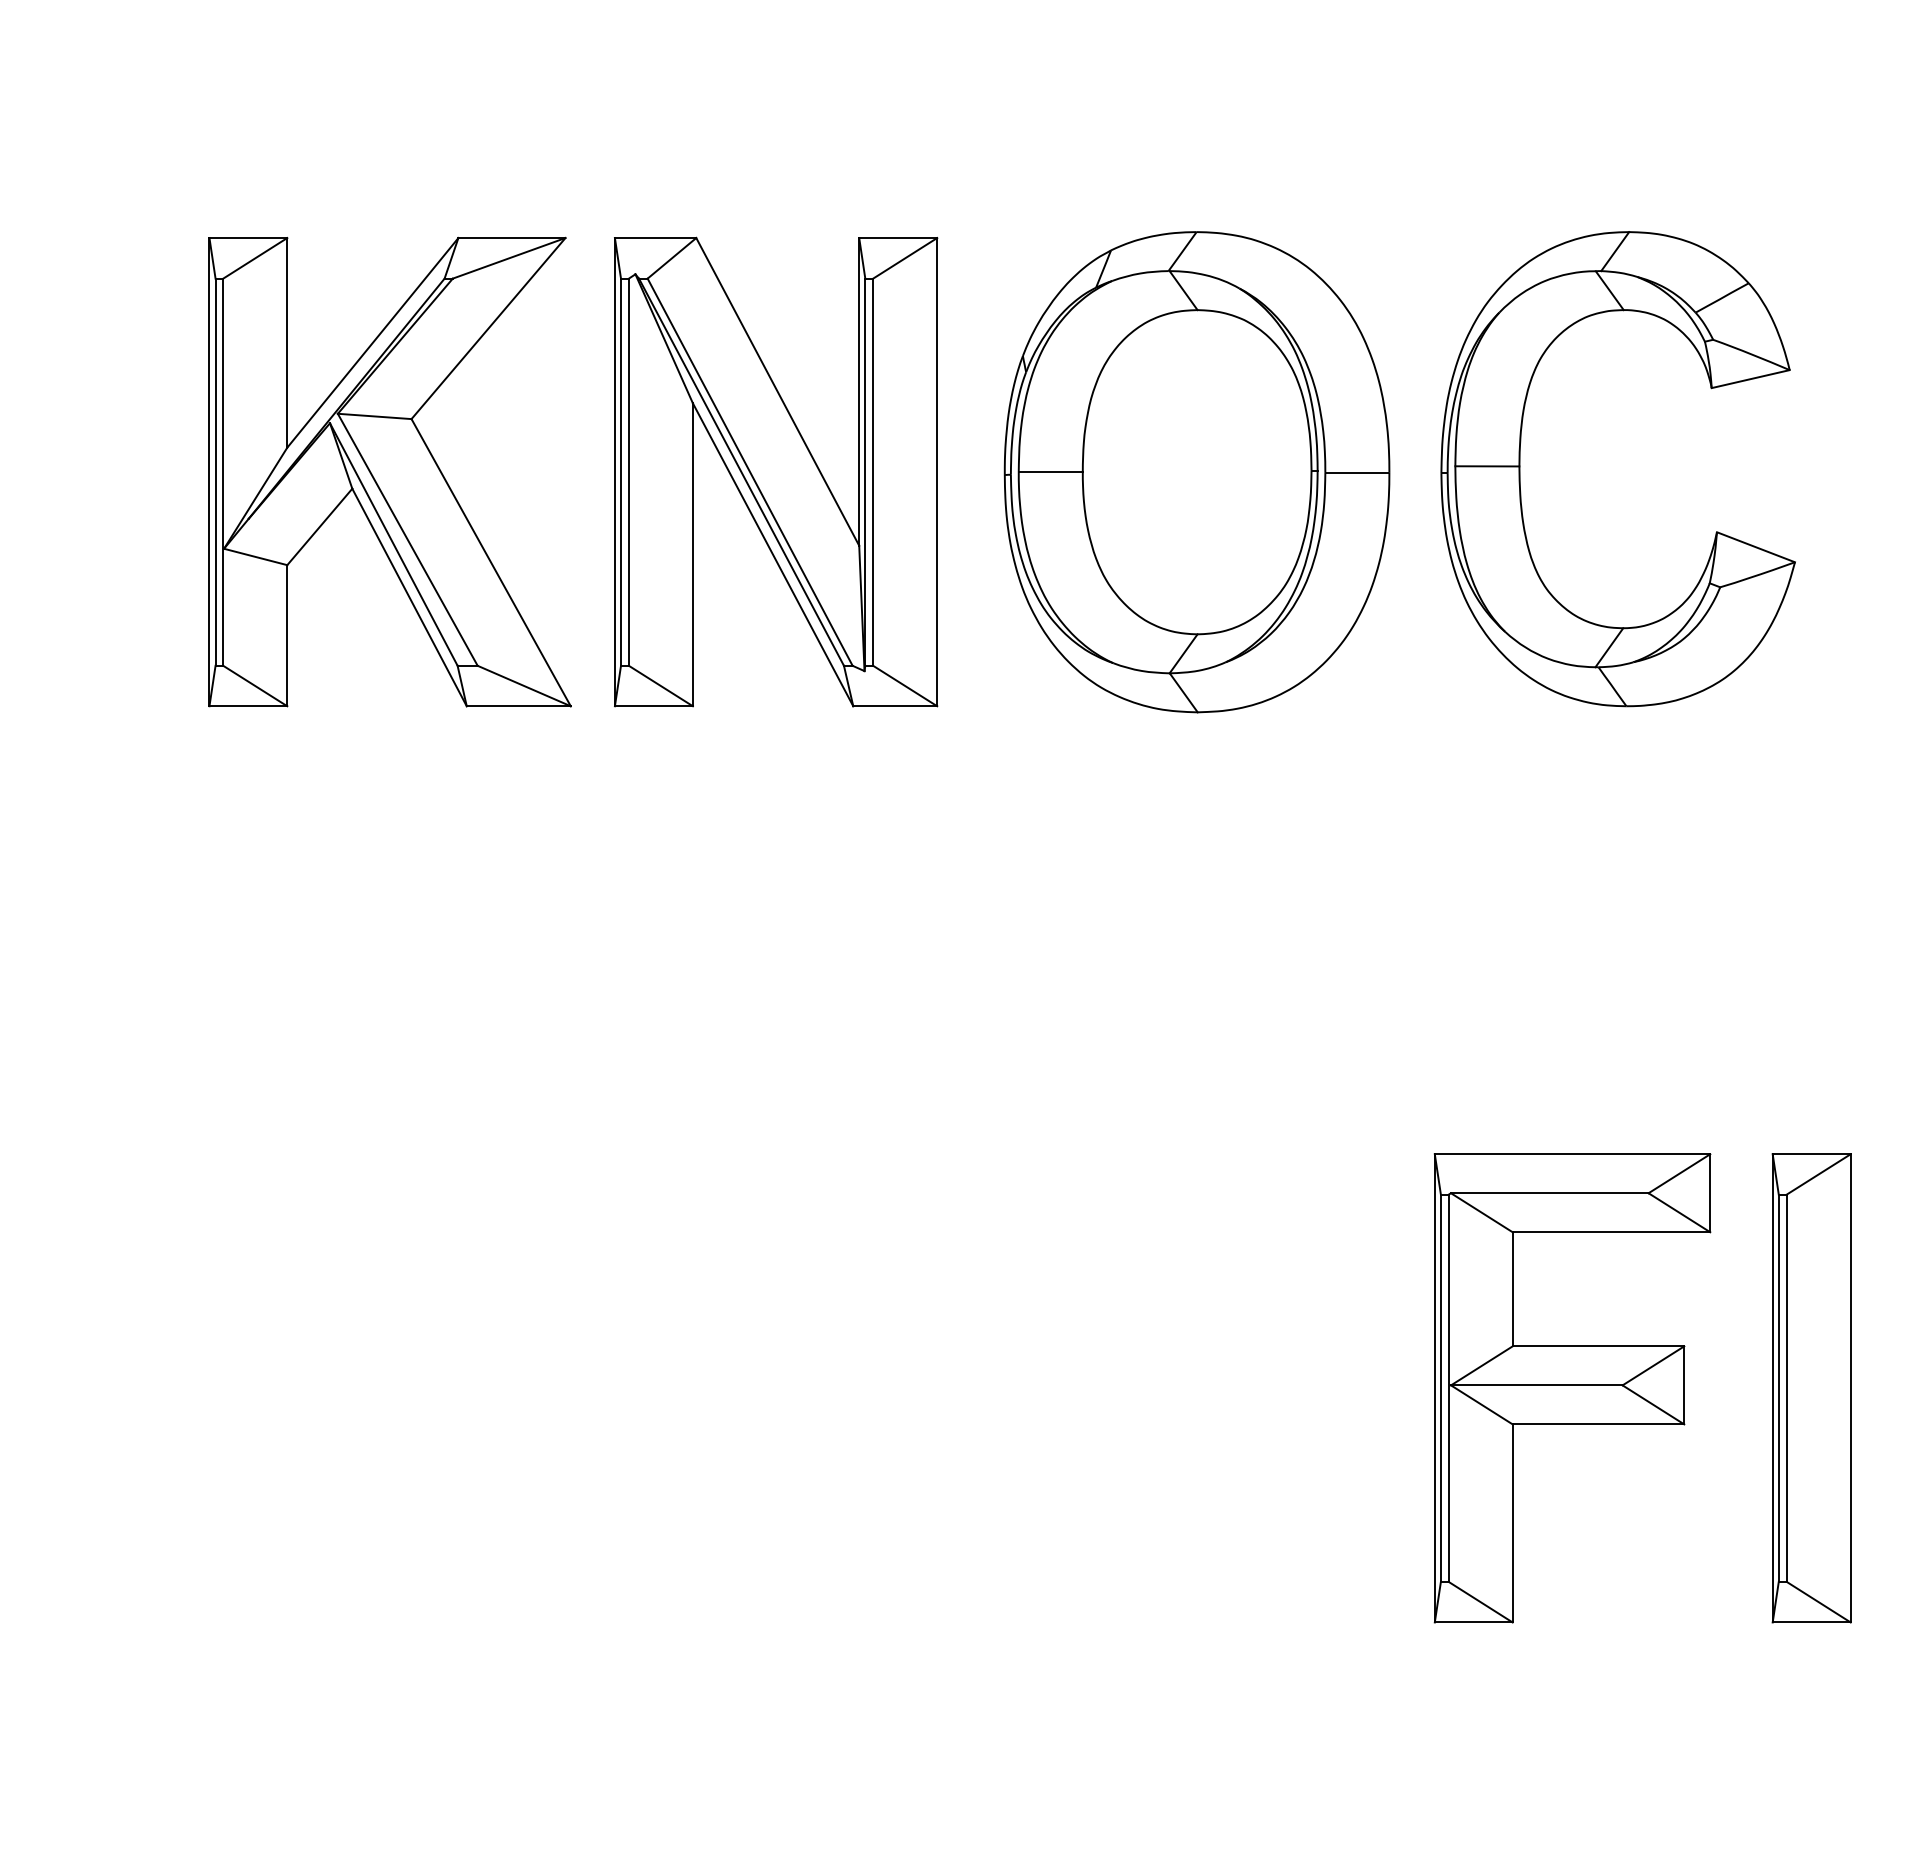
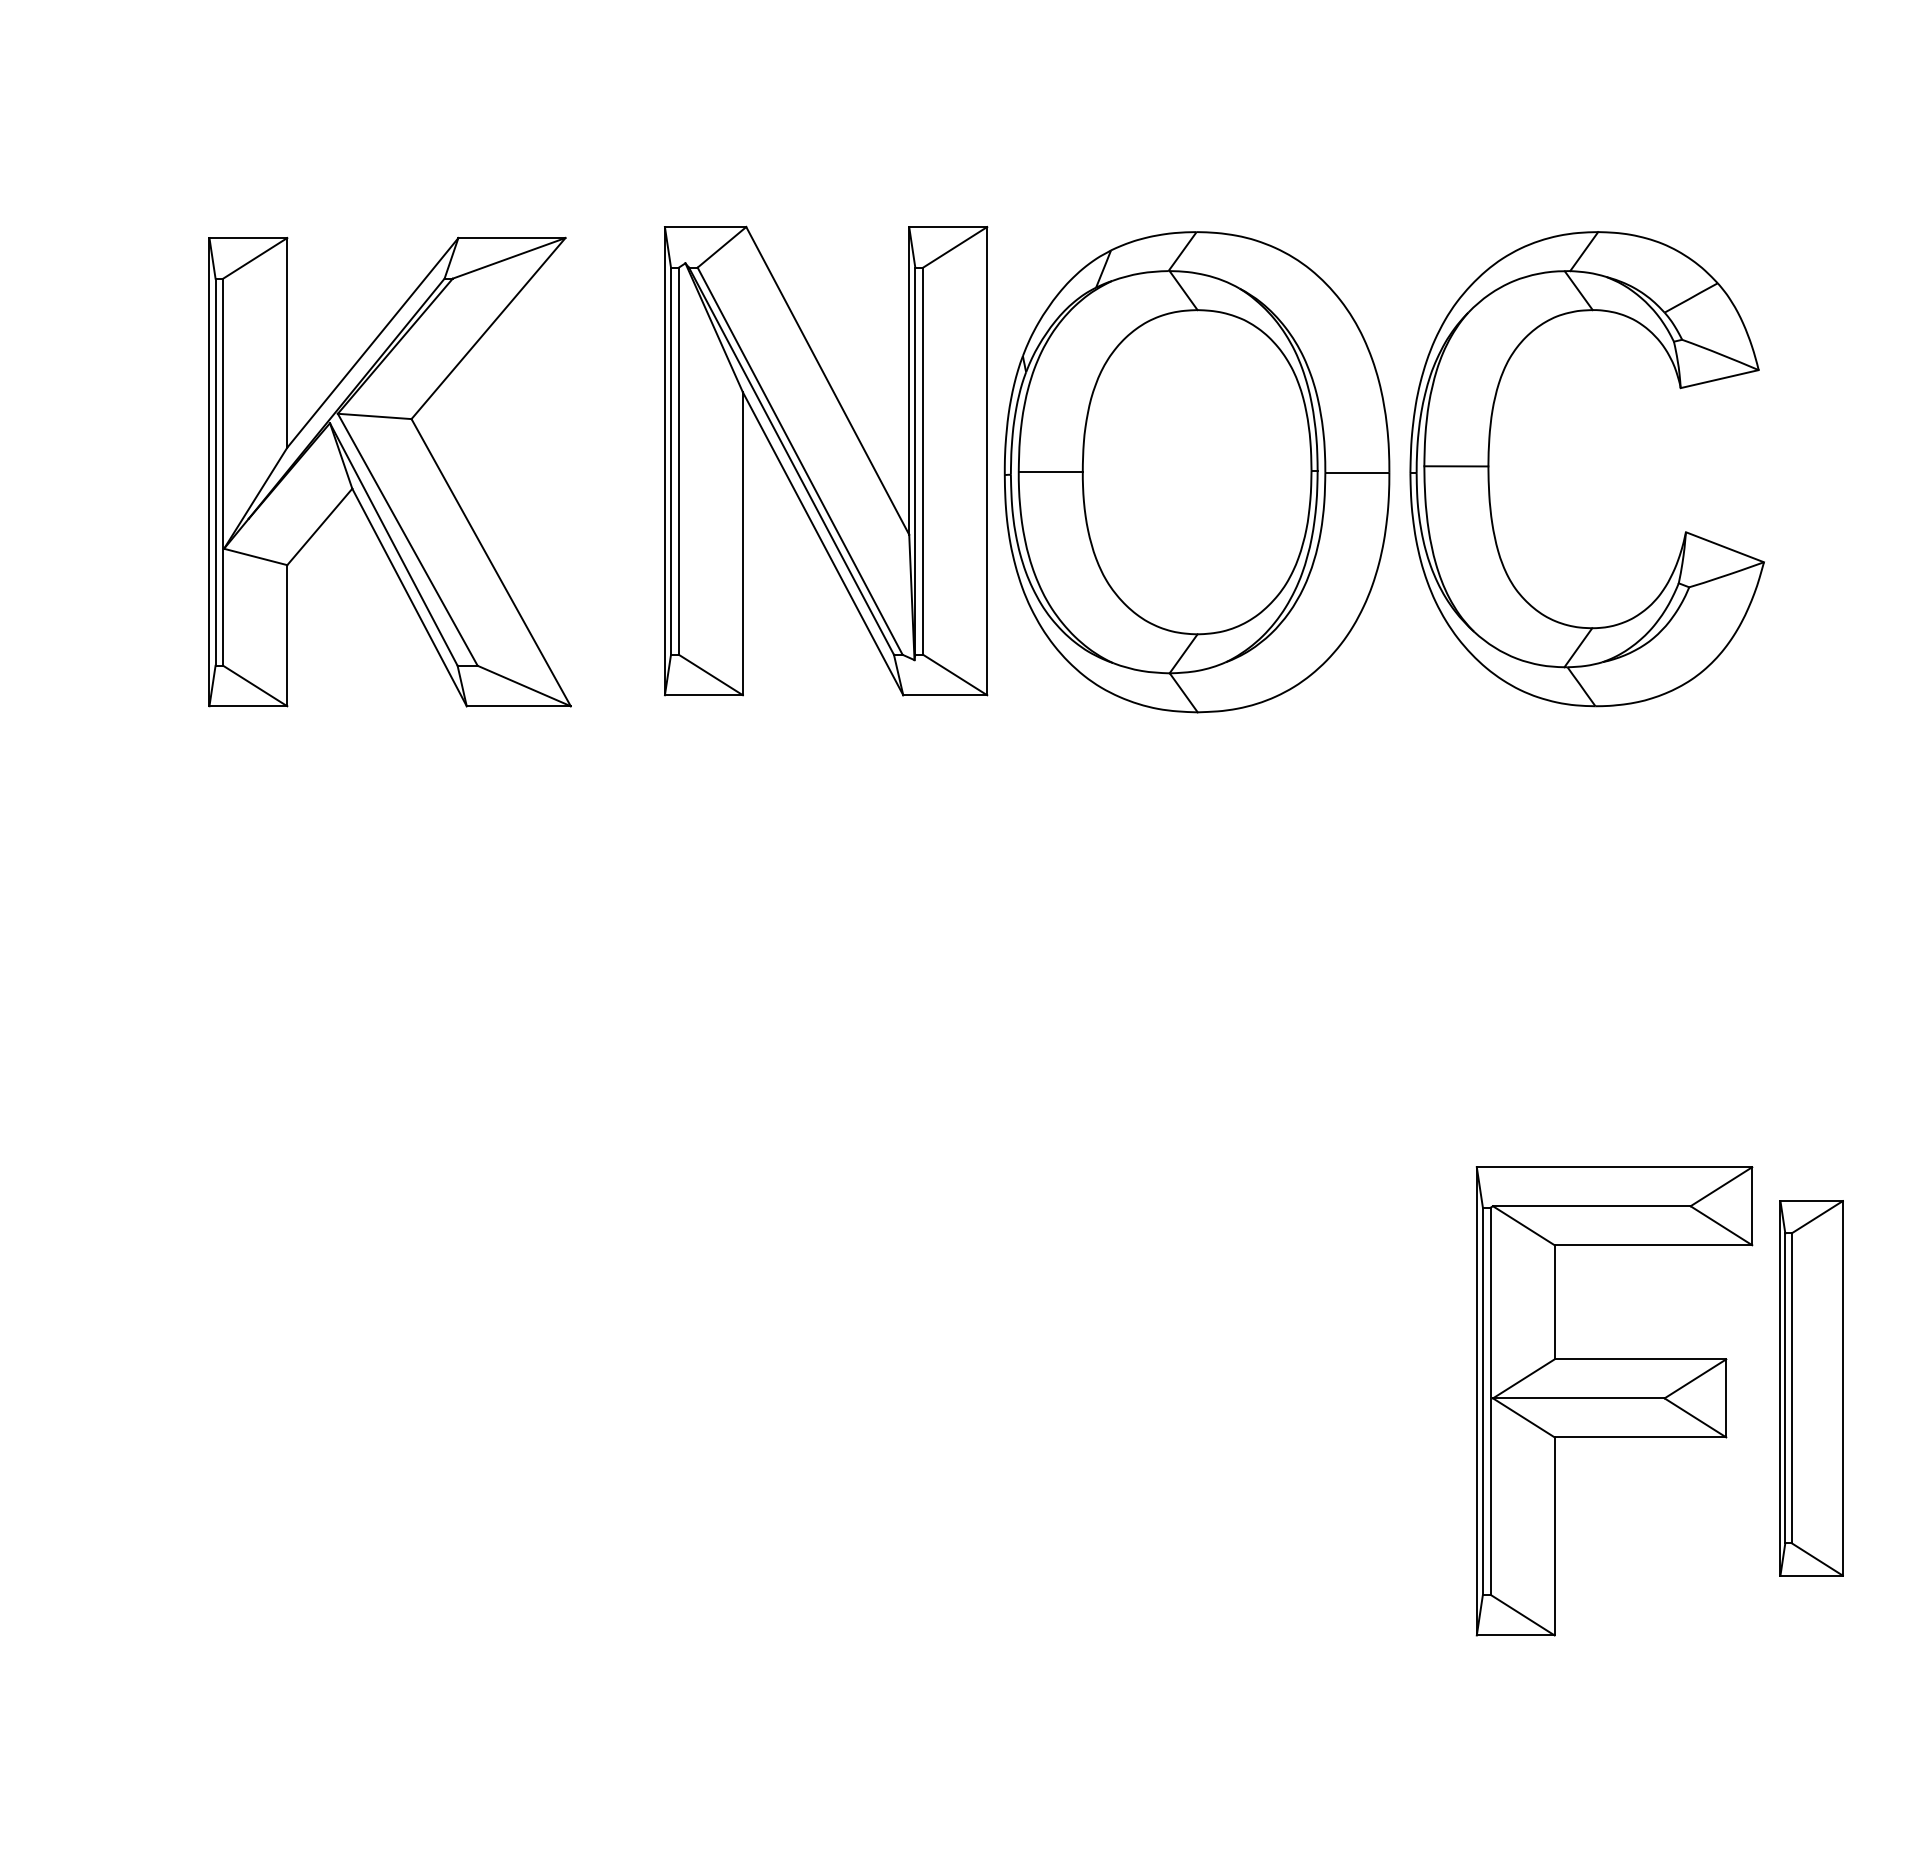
part at (1520, 469) position: (1520, 469) -> (1489, 469)
part at (776, 471) position: (776, 471) -> (826, 460)
part at (1572, 1388) position: (1572, 1388) -> (1614, 1401)
part at (1811, 1388) size: 81x471 px -> 65x377 px
